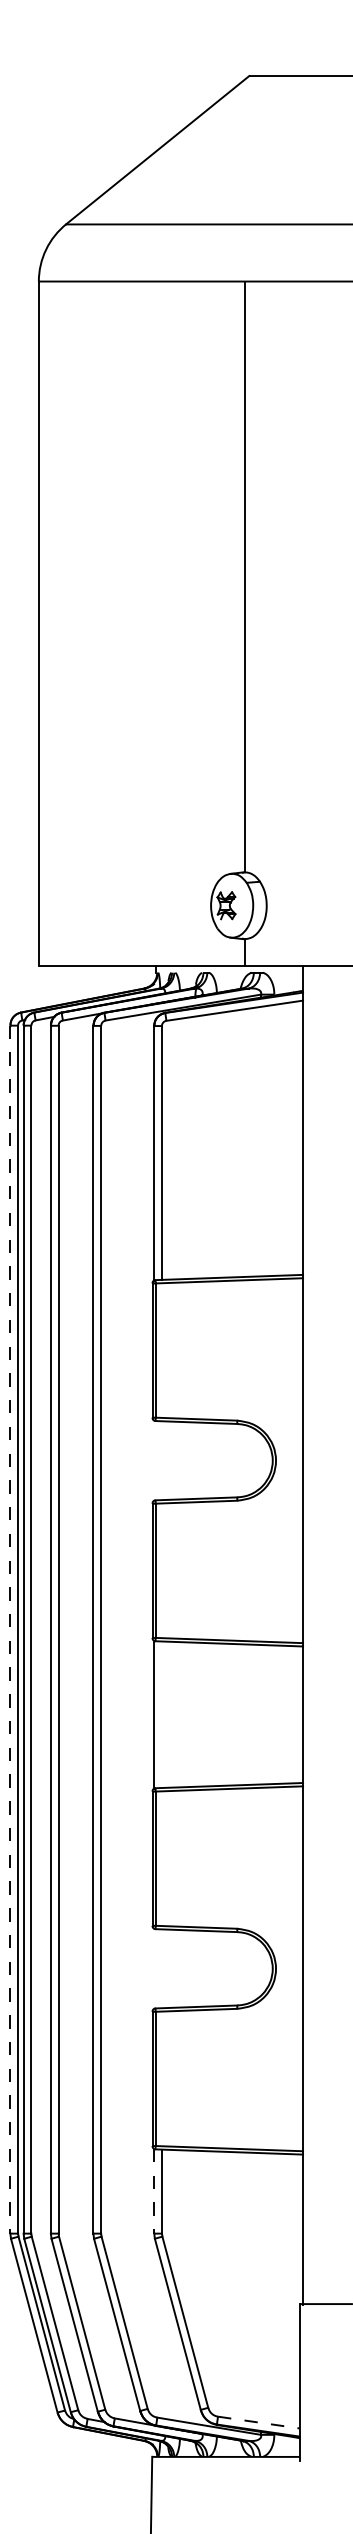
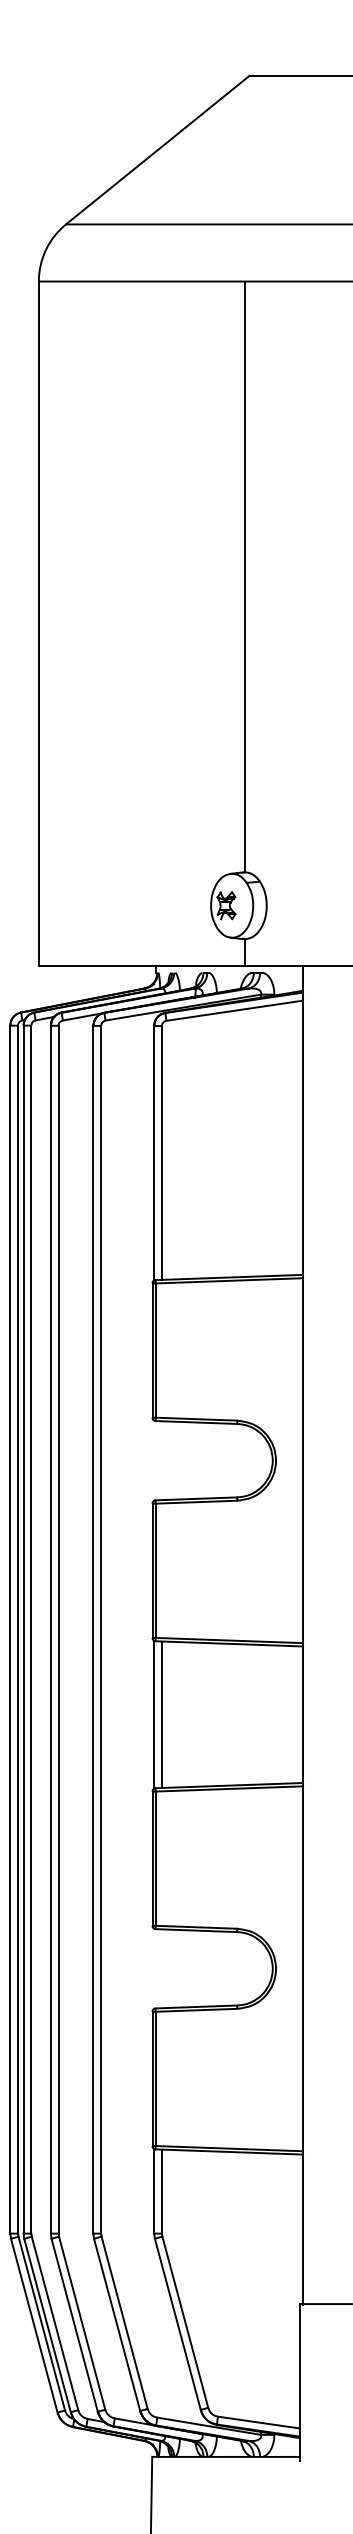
line at (10, 1629): dashed -> solid
line at (162, 1714): none -> present
line at (154, 2191): dashed -> solid
line at (259, 2422): dashed -> solid
